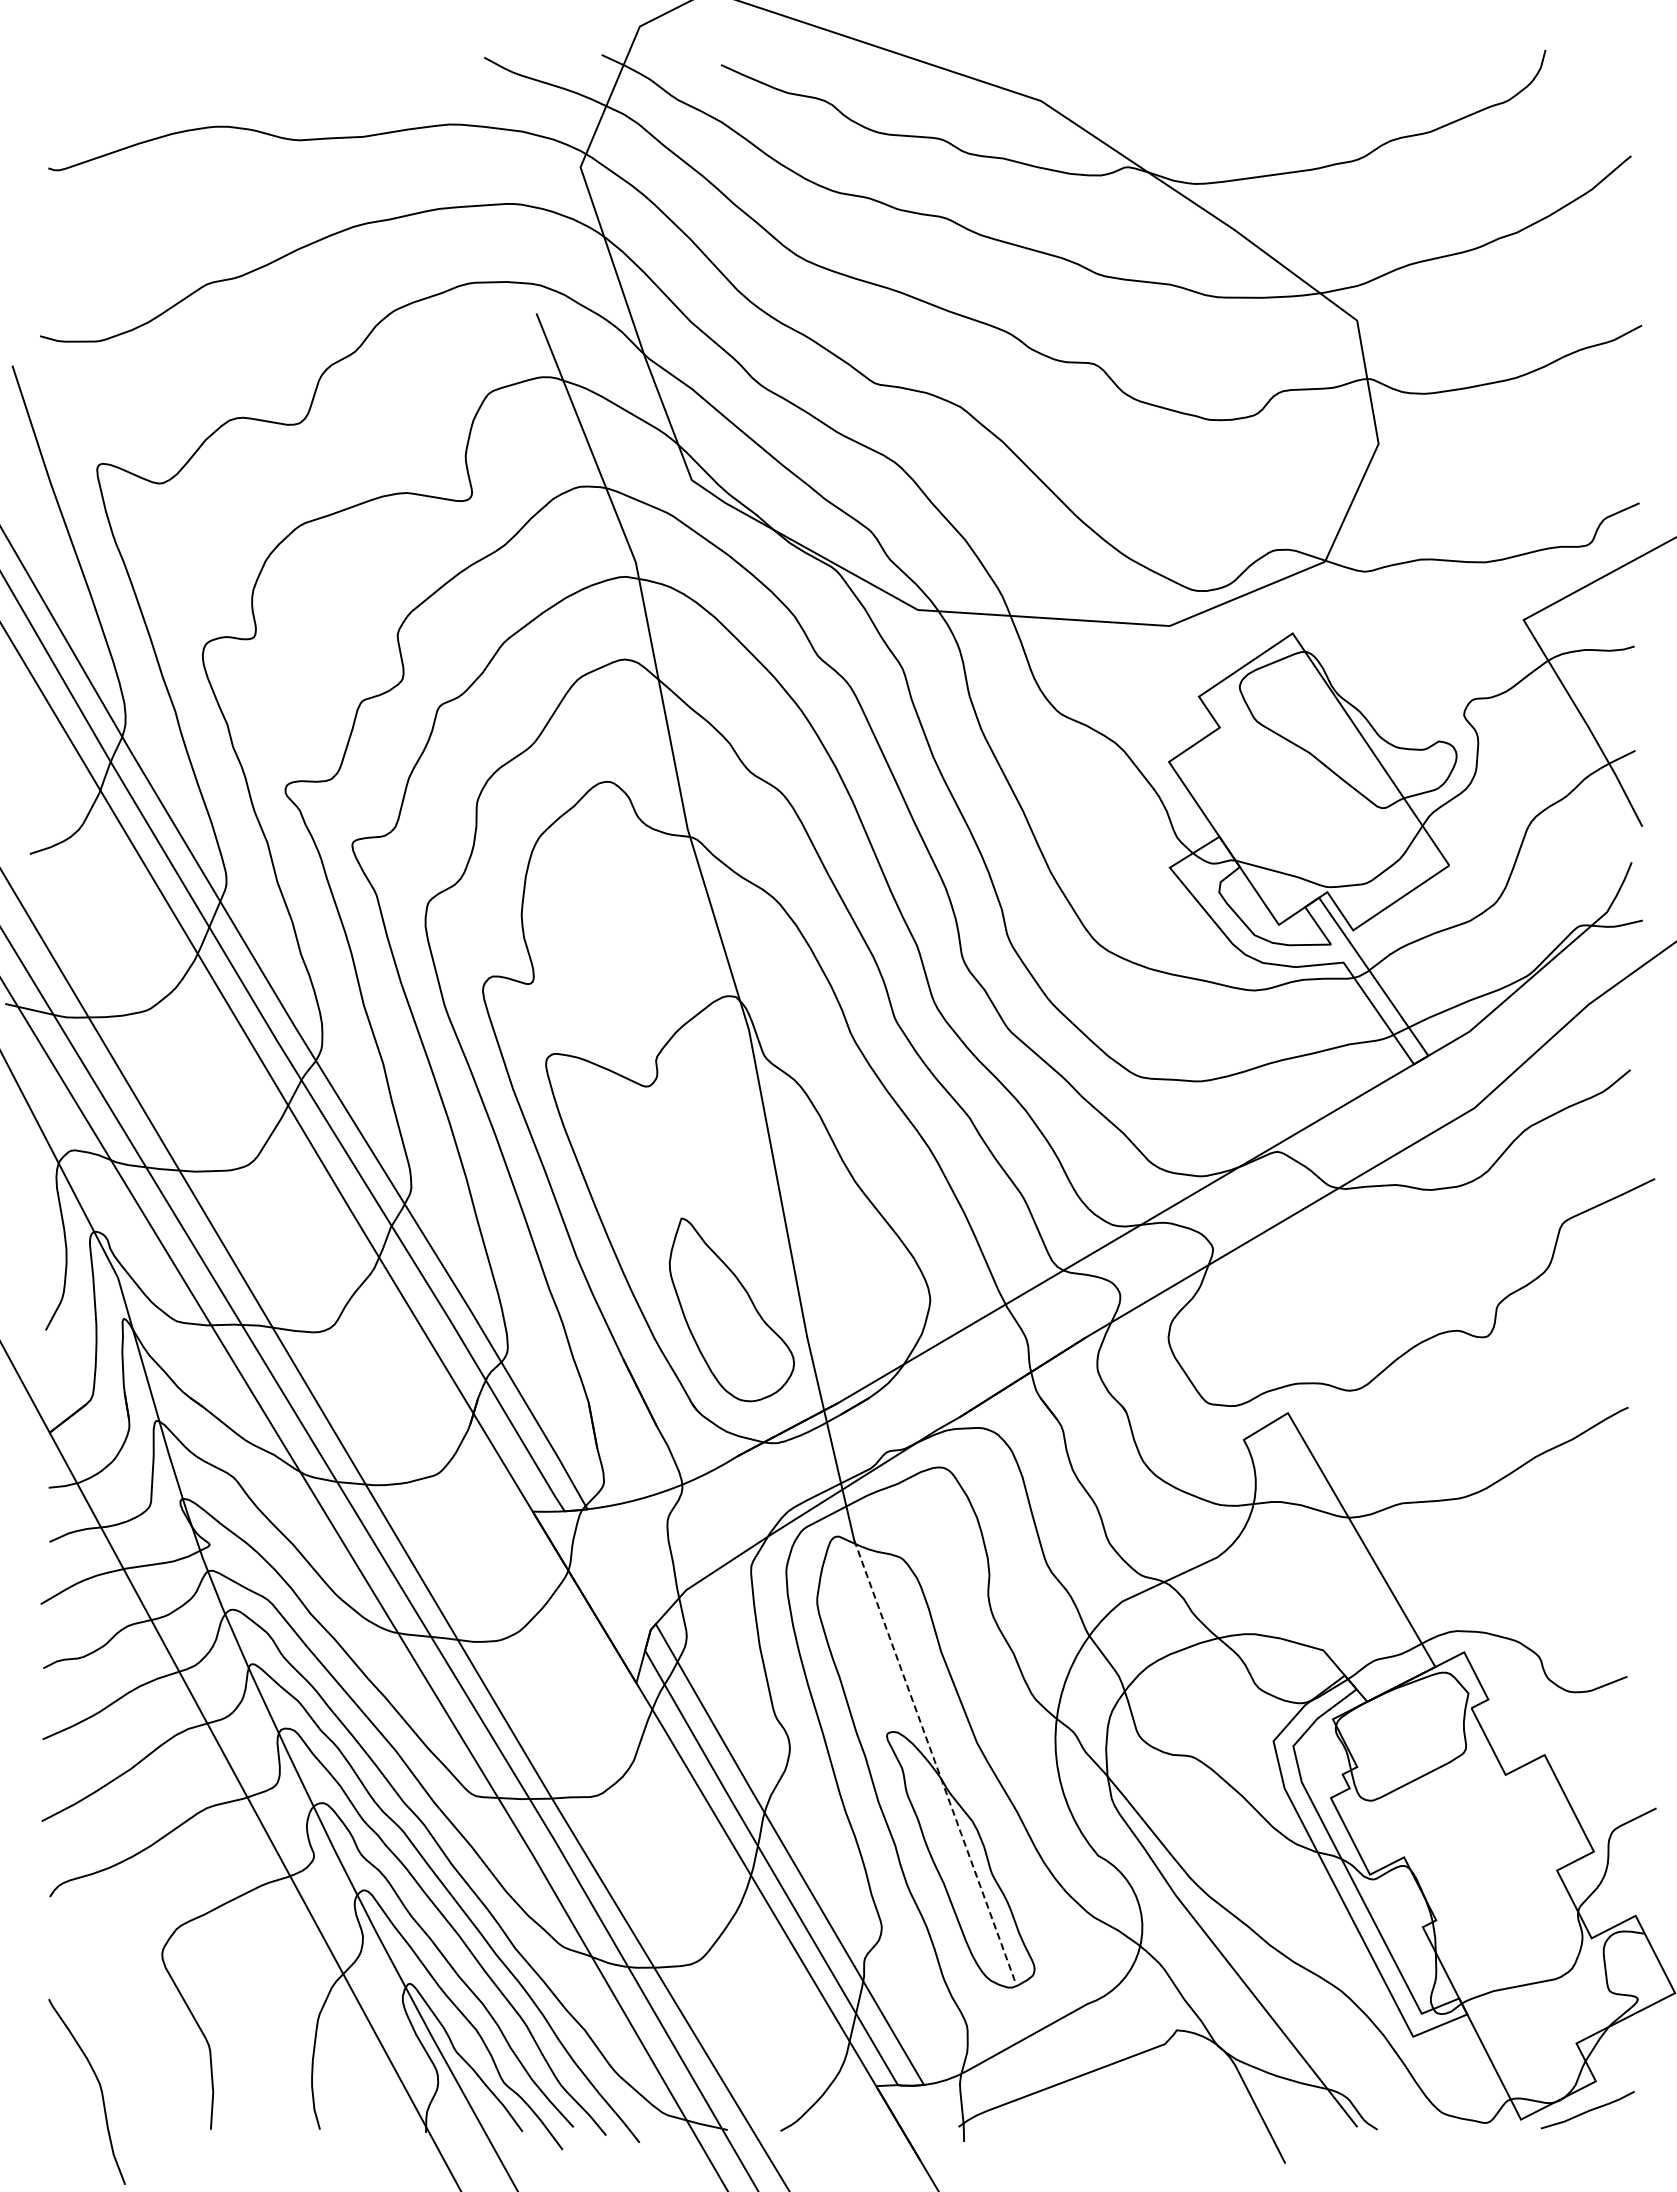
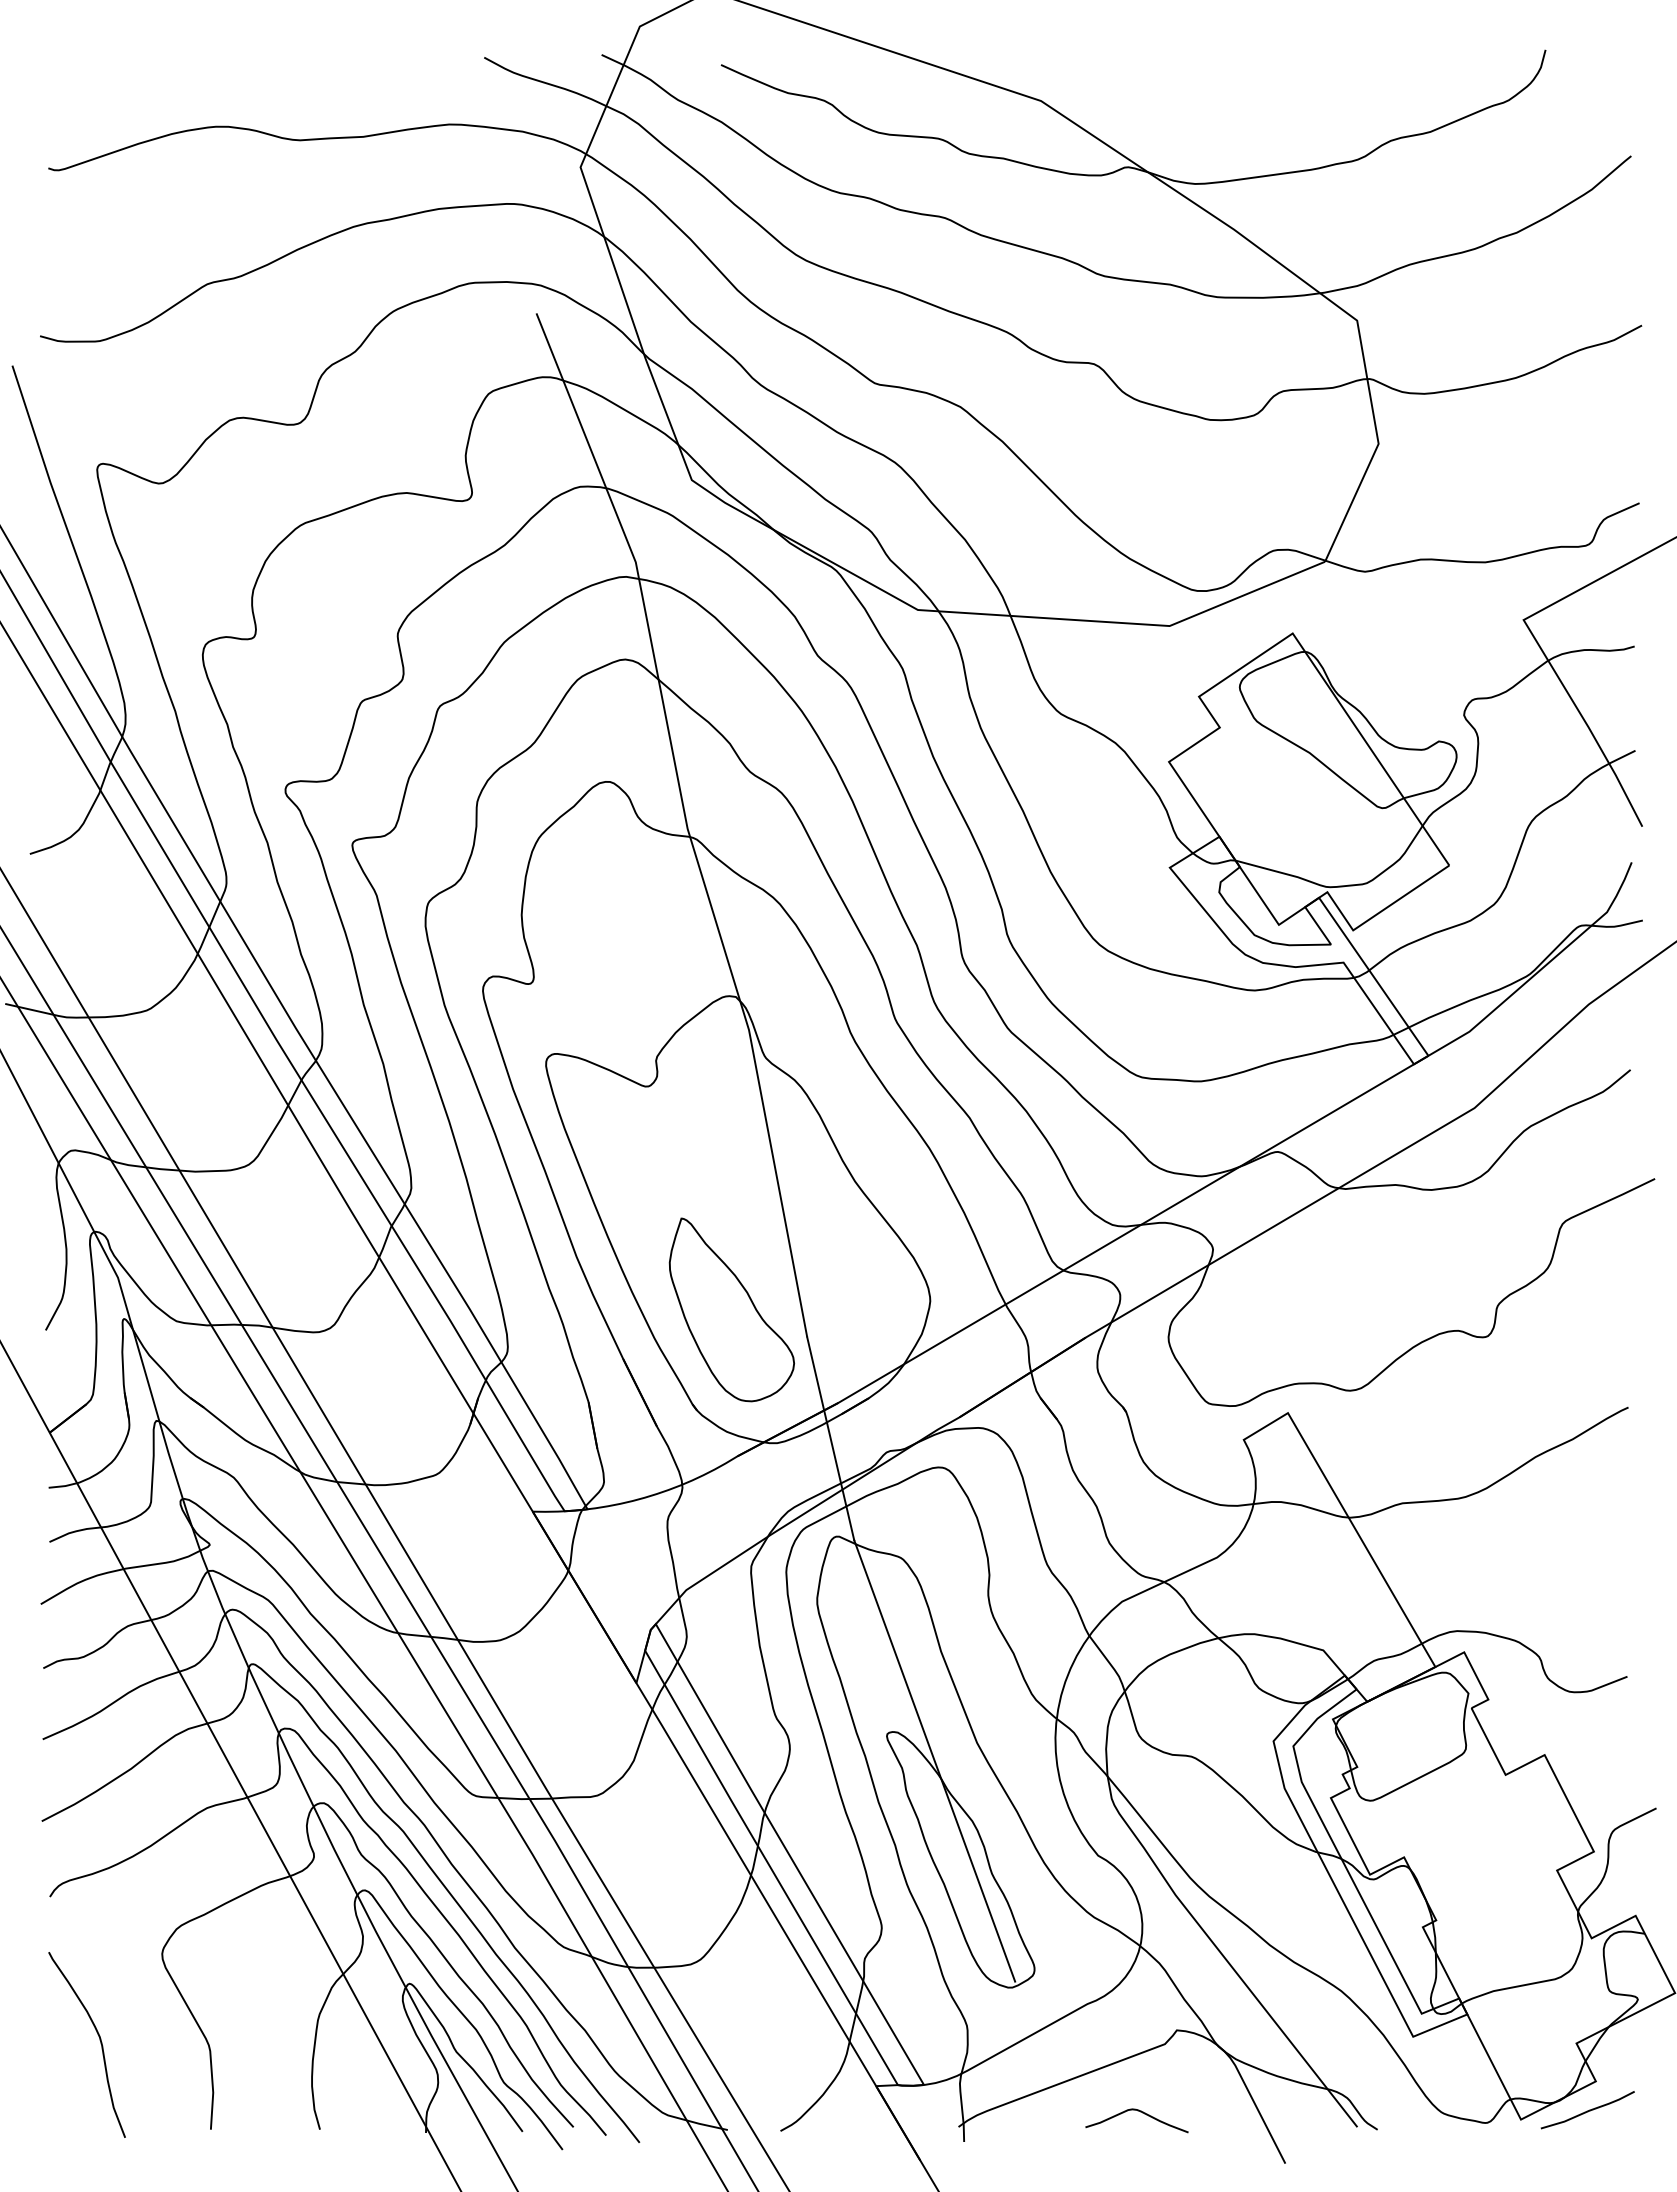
line at (934, 1760): dashed -> solid
curve at (99, 2087) position: (99, 2087) -> (99, 2040)
curve at (1140, 2112): none -> present
